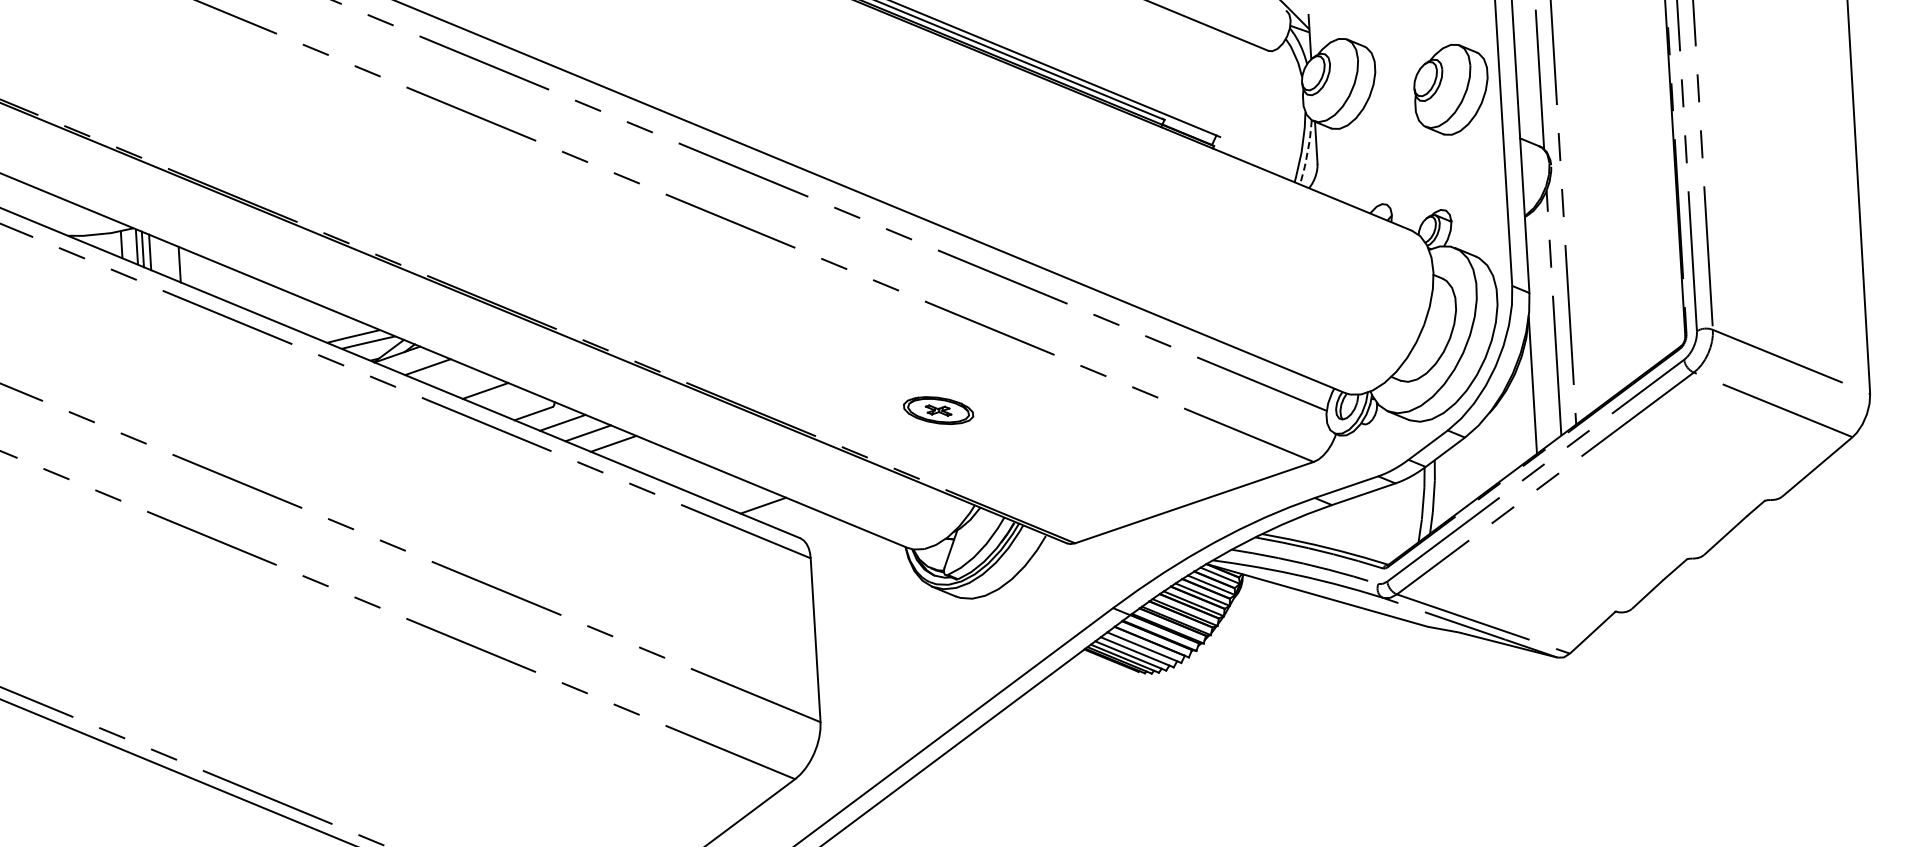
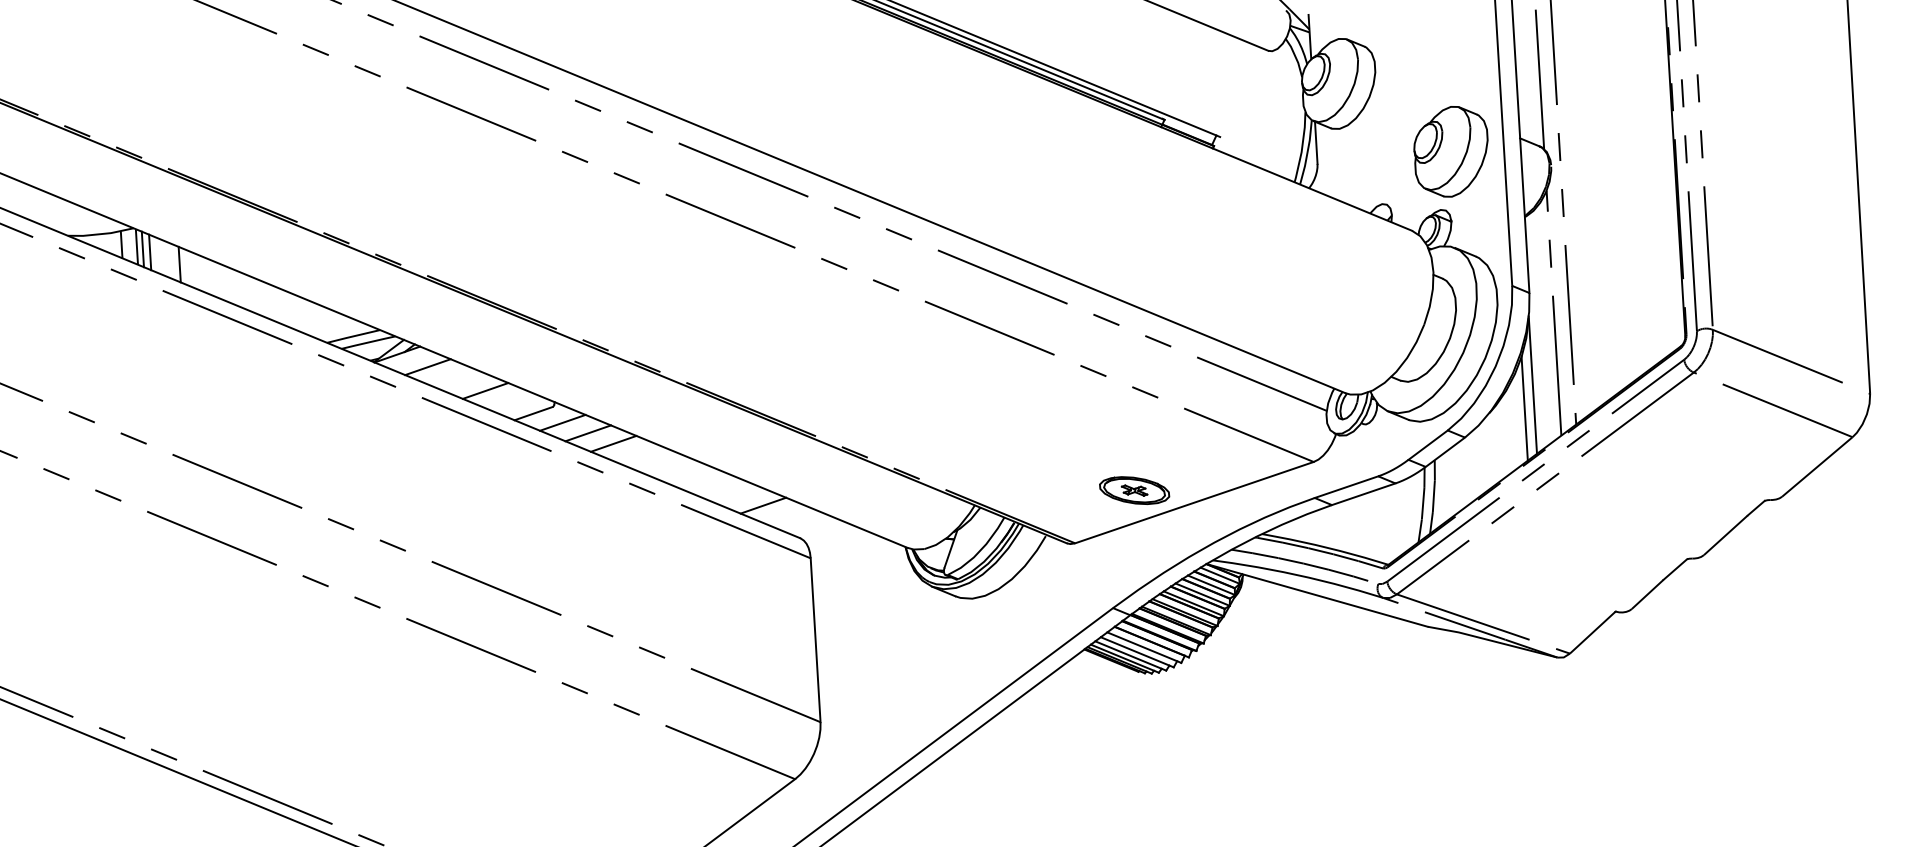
part at (1450, 89) position: (1450, 89) -> (1450, 151)
line at (1307, 152): dashed -> solid
line at (1524, 408): none -> present
part at (938, 410) position: (938, 410) -> (1134, 490)
